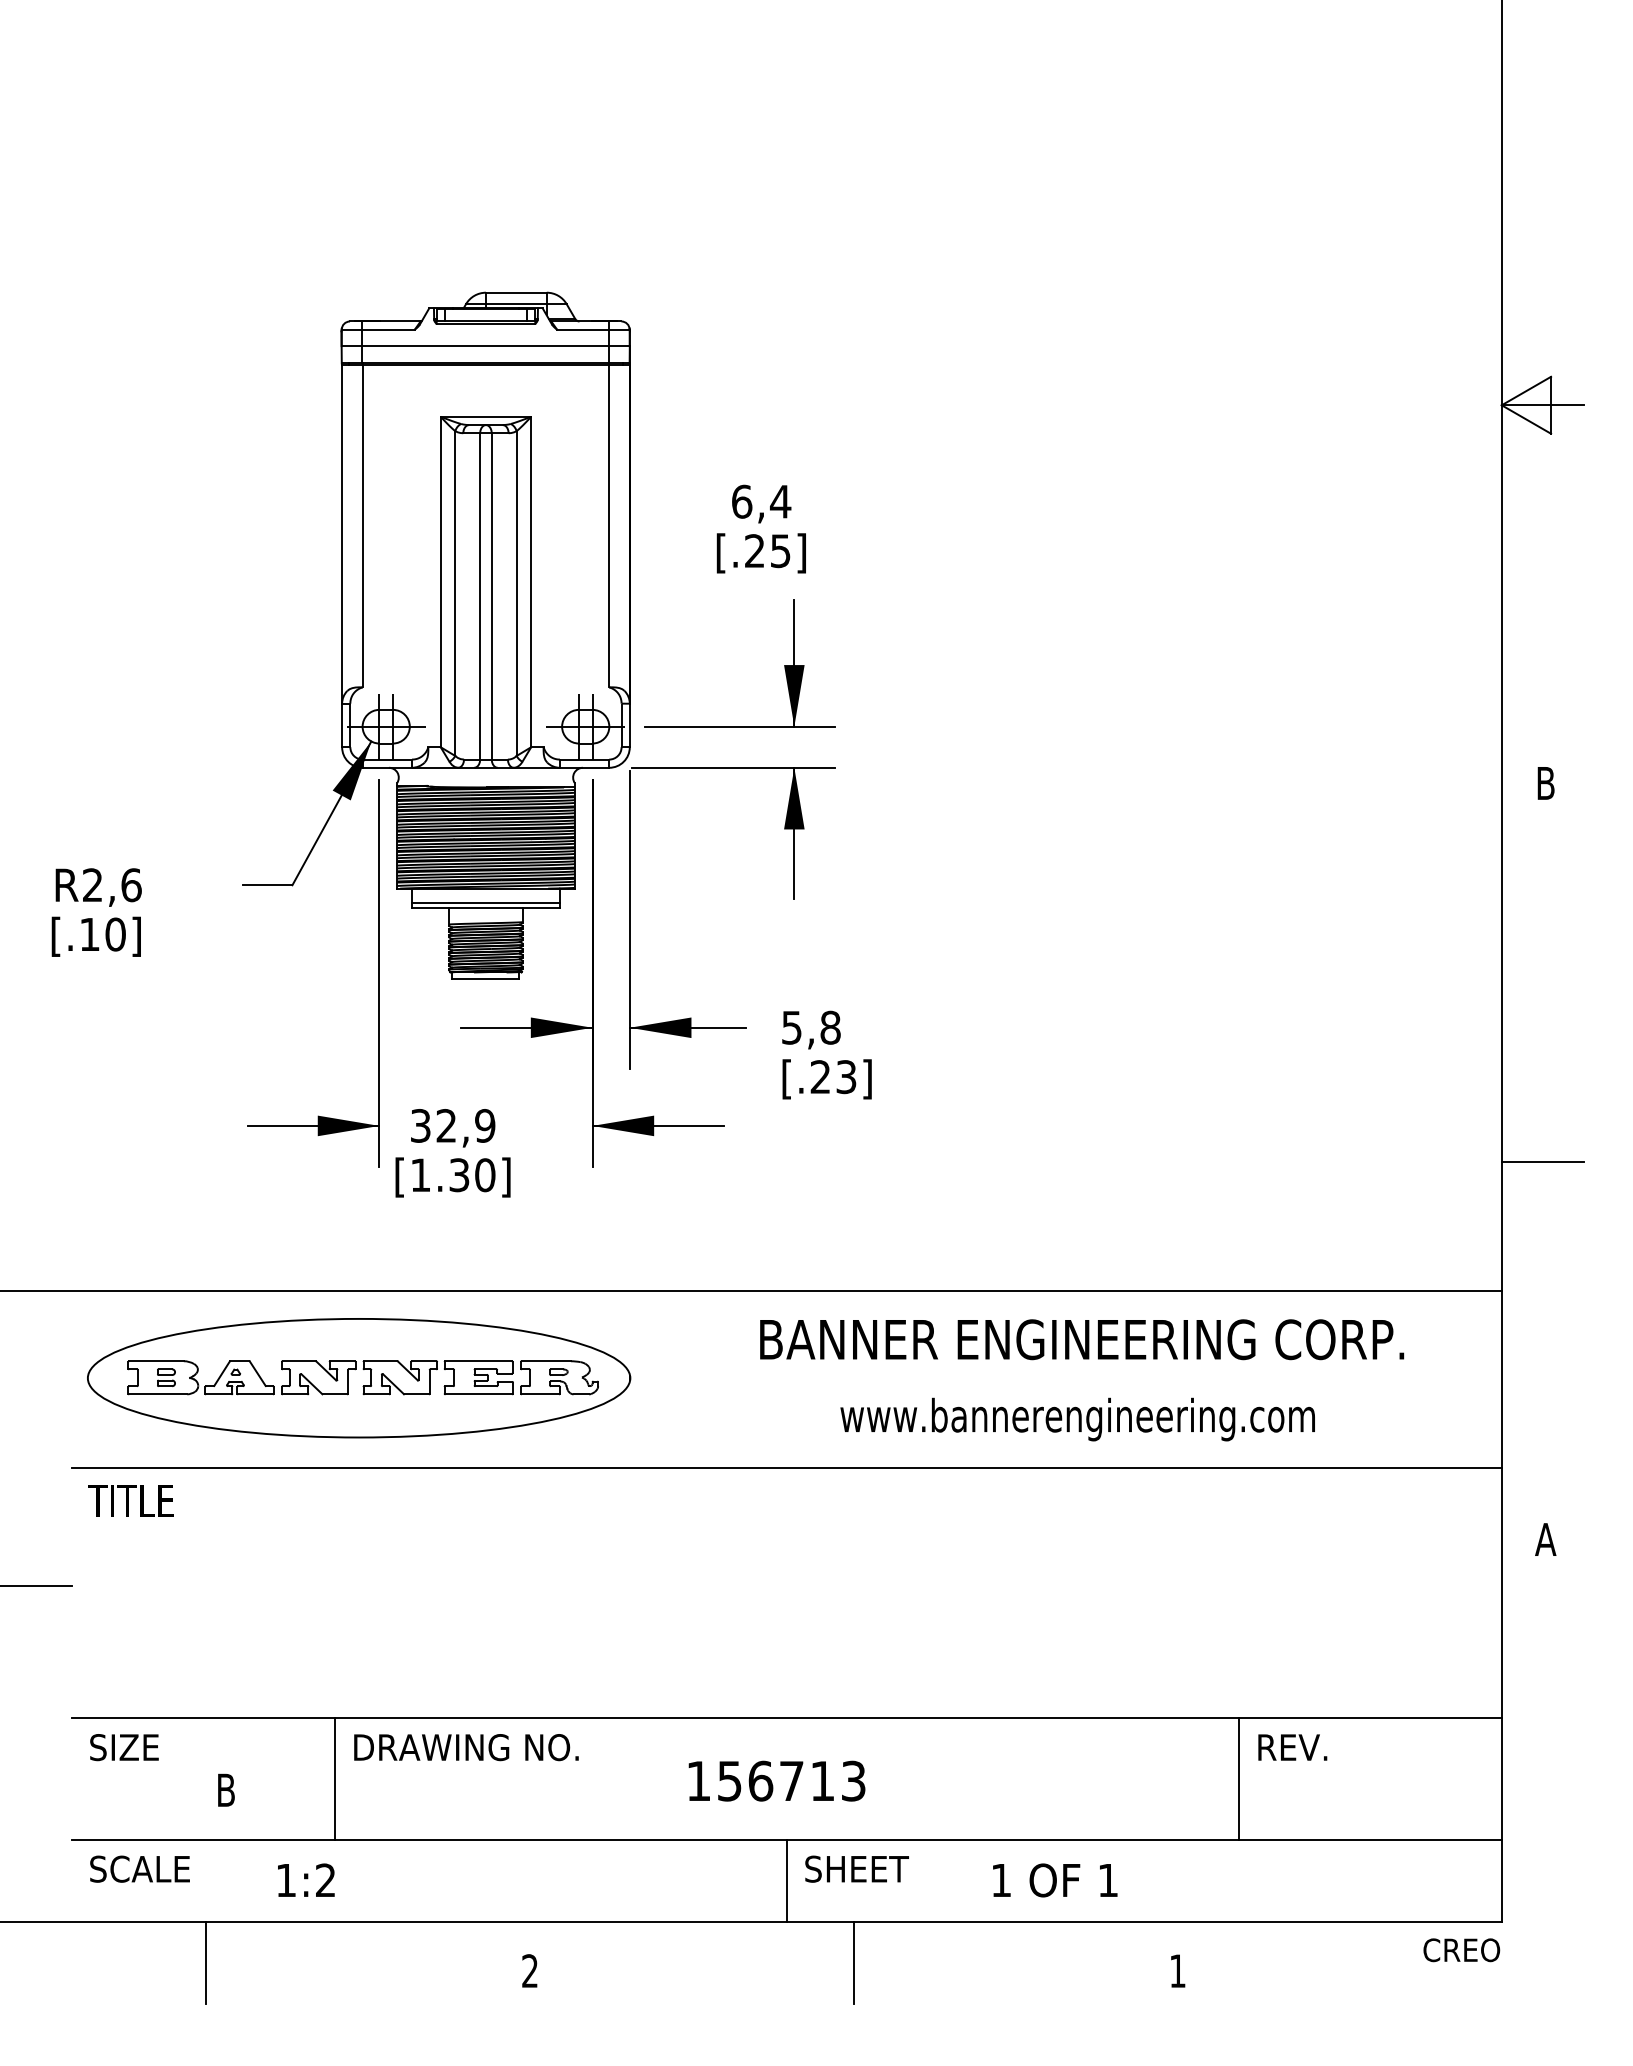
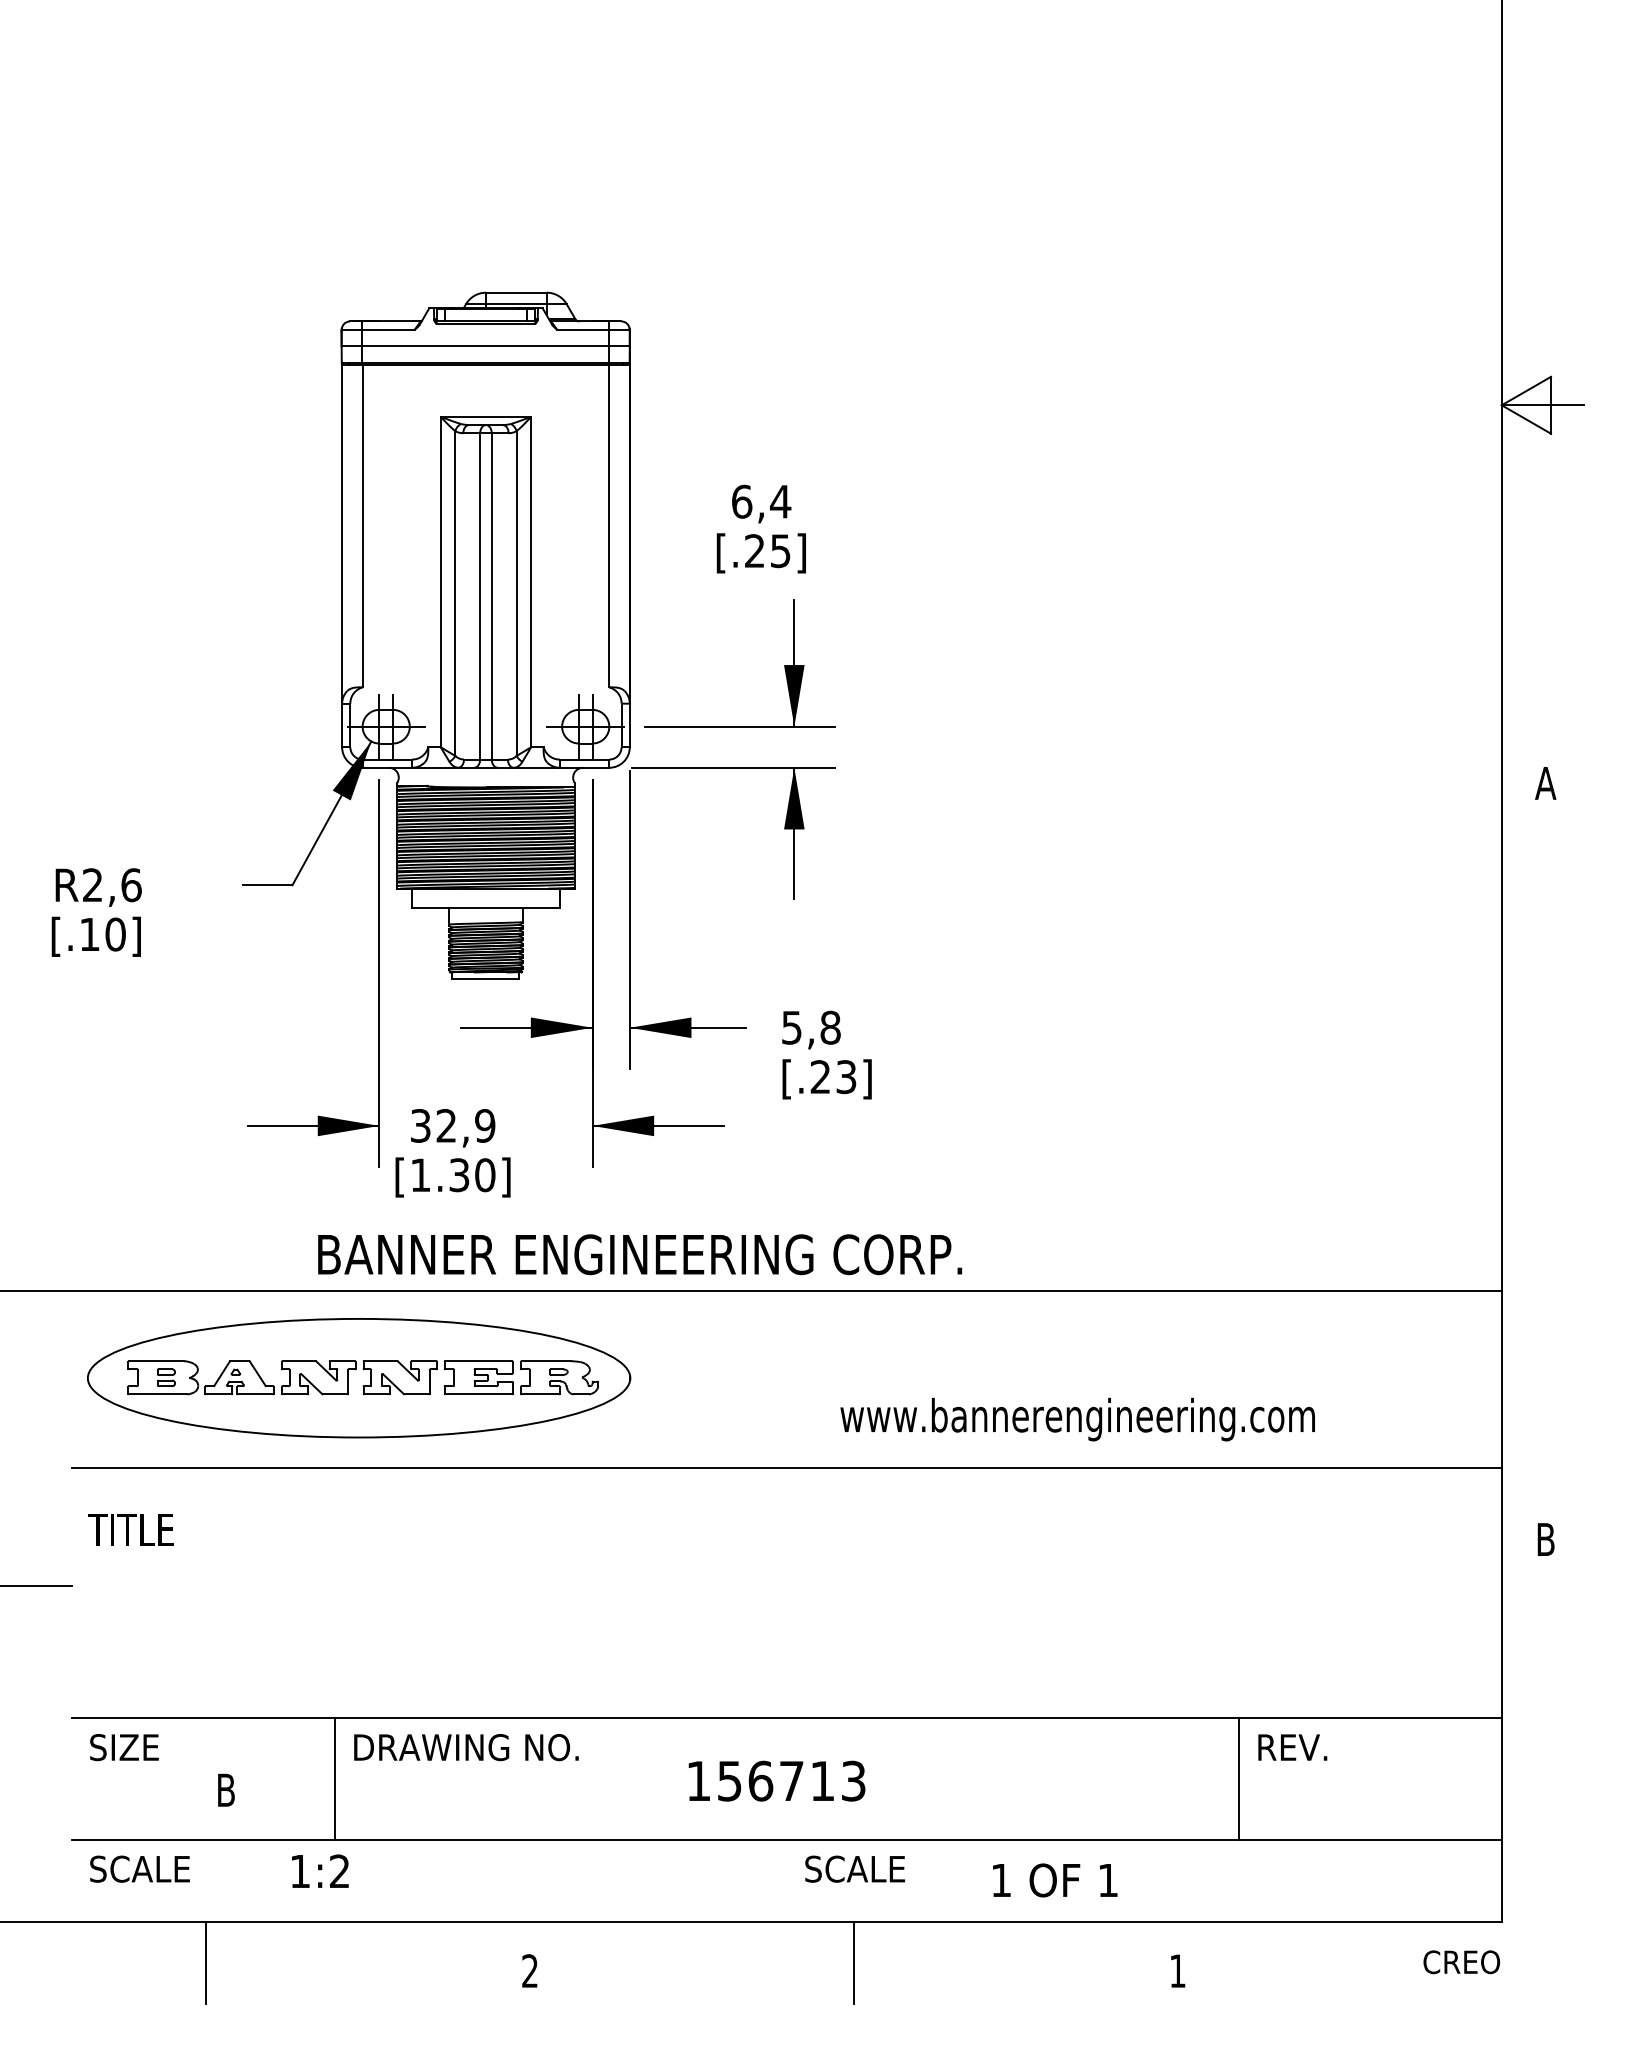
text at (1545, 783): B -> A
line at (485, 903): present -> none
line at (1542, 1161): present -> none
text at (1082, 1339) position: (1082, 1339) -> (640, 1254)
text at (130, 1500) position: (130, 1500) -> (130, 1529)
text at (1545, 1539): A -> B
text at (866, 1868): SHEET -> SCALE
text at (306, 1879) position: (306, 1879) -> (320, 1870)
line at (786, 1880): present -> none
text at (1461, 1950) position: (1461, 1950) -> (1461, 1962)
